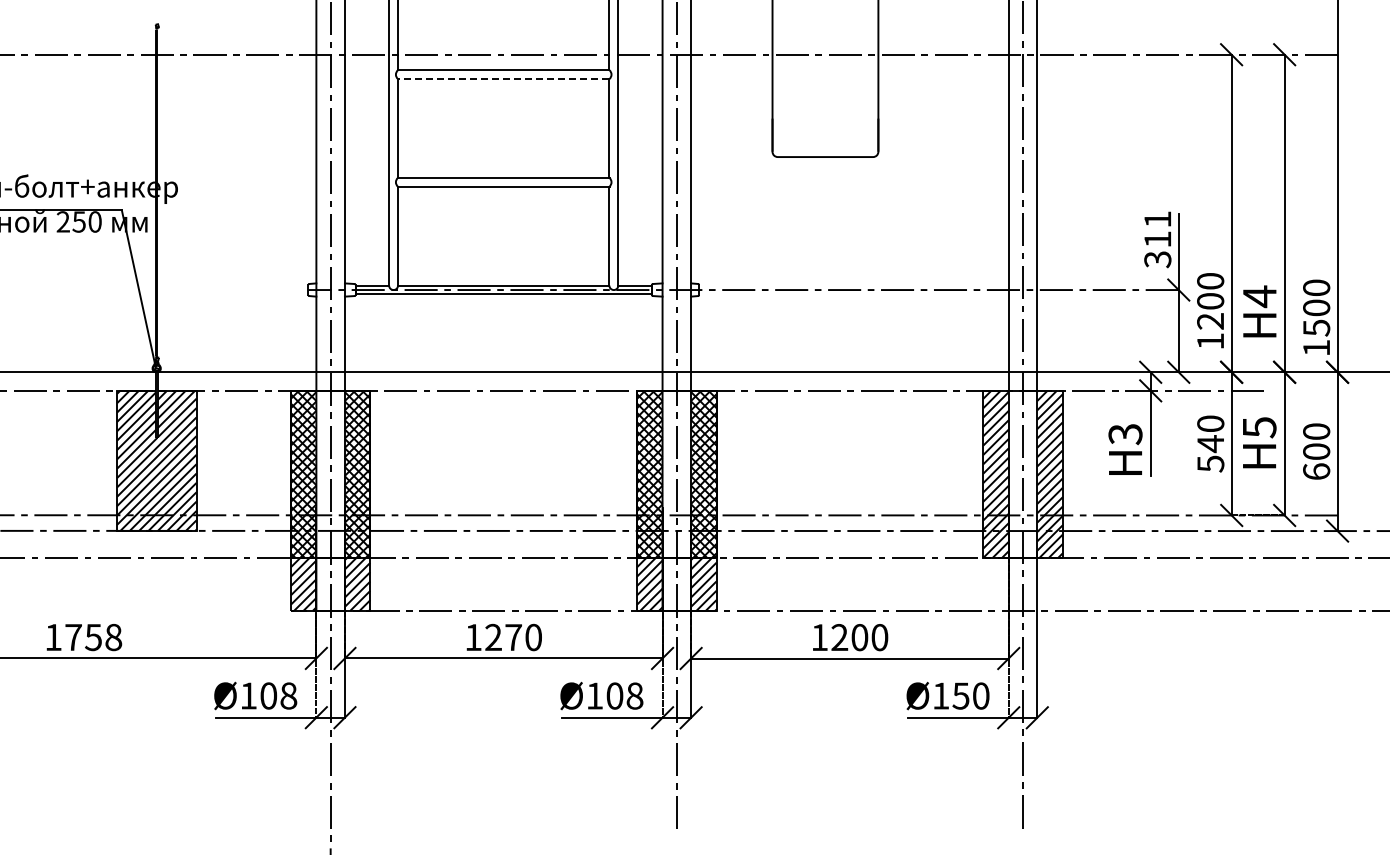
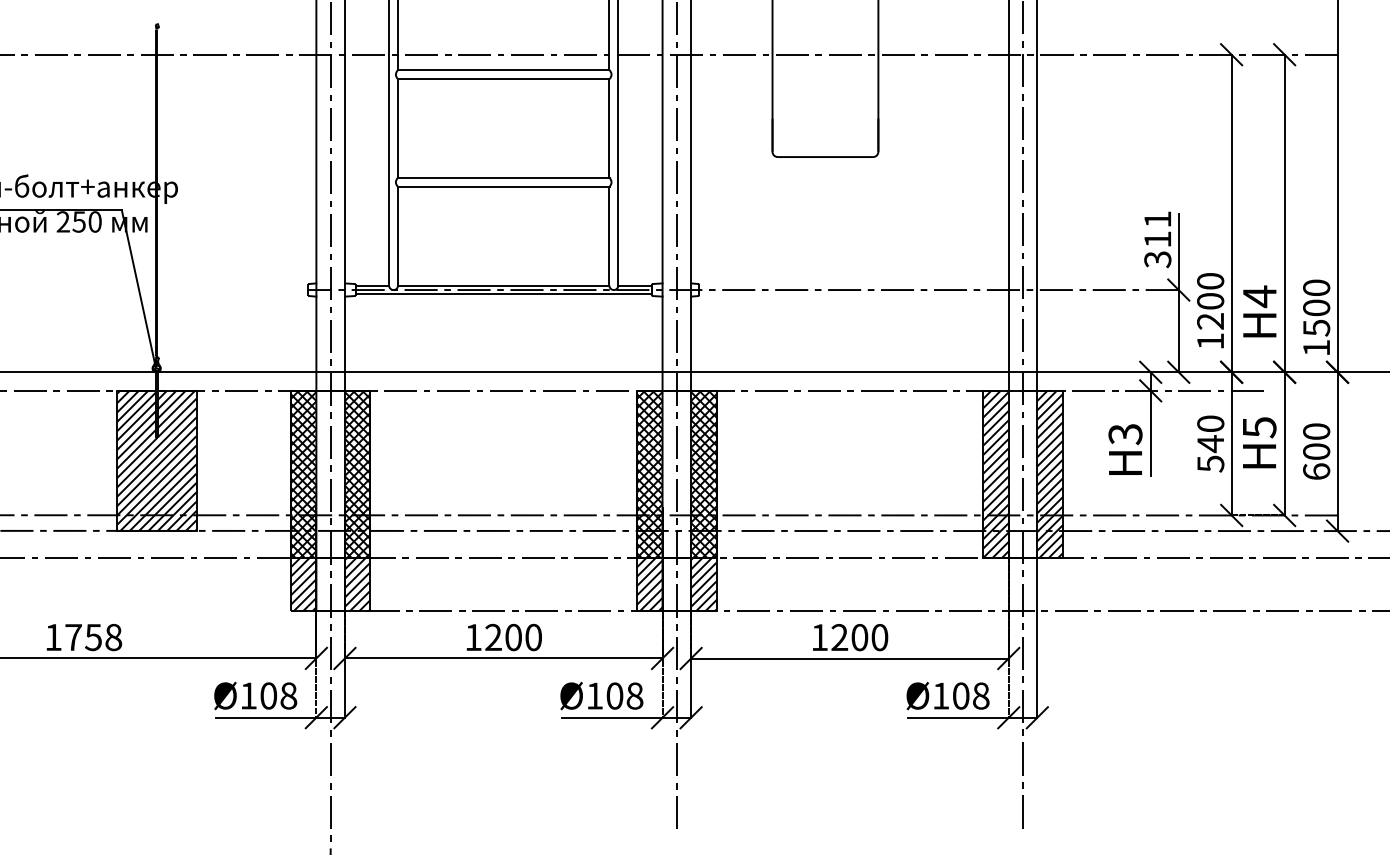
line at (503, 79): dashed -> solid
text at (513, 637): 1270 -> 1200
text at (970, 695): Ø150 -> Ø108
